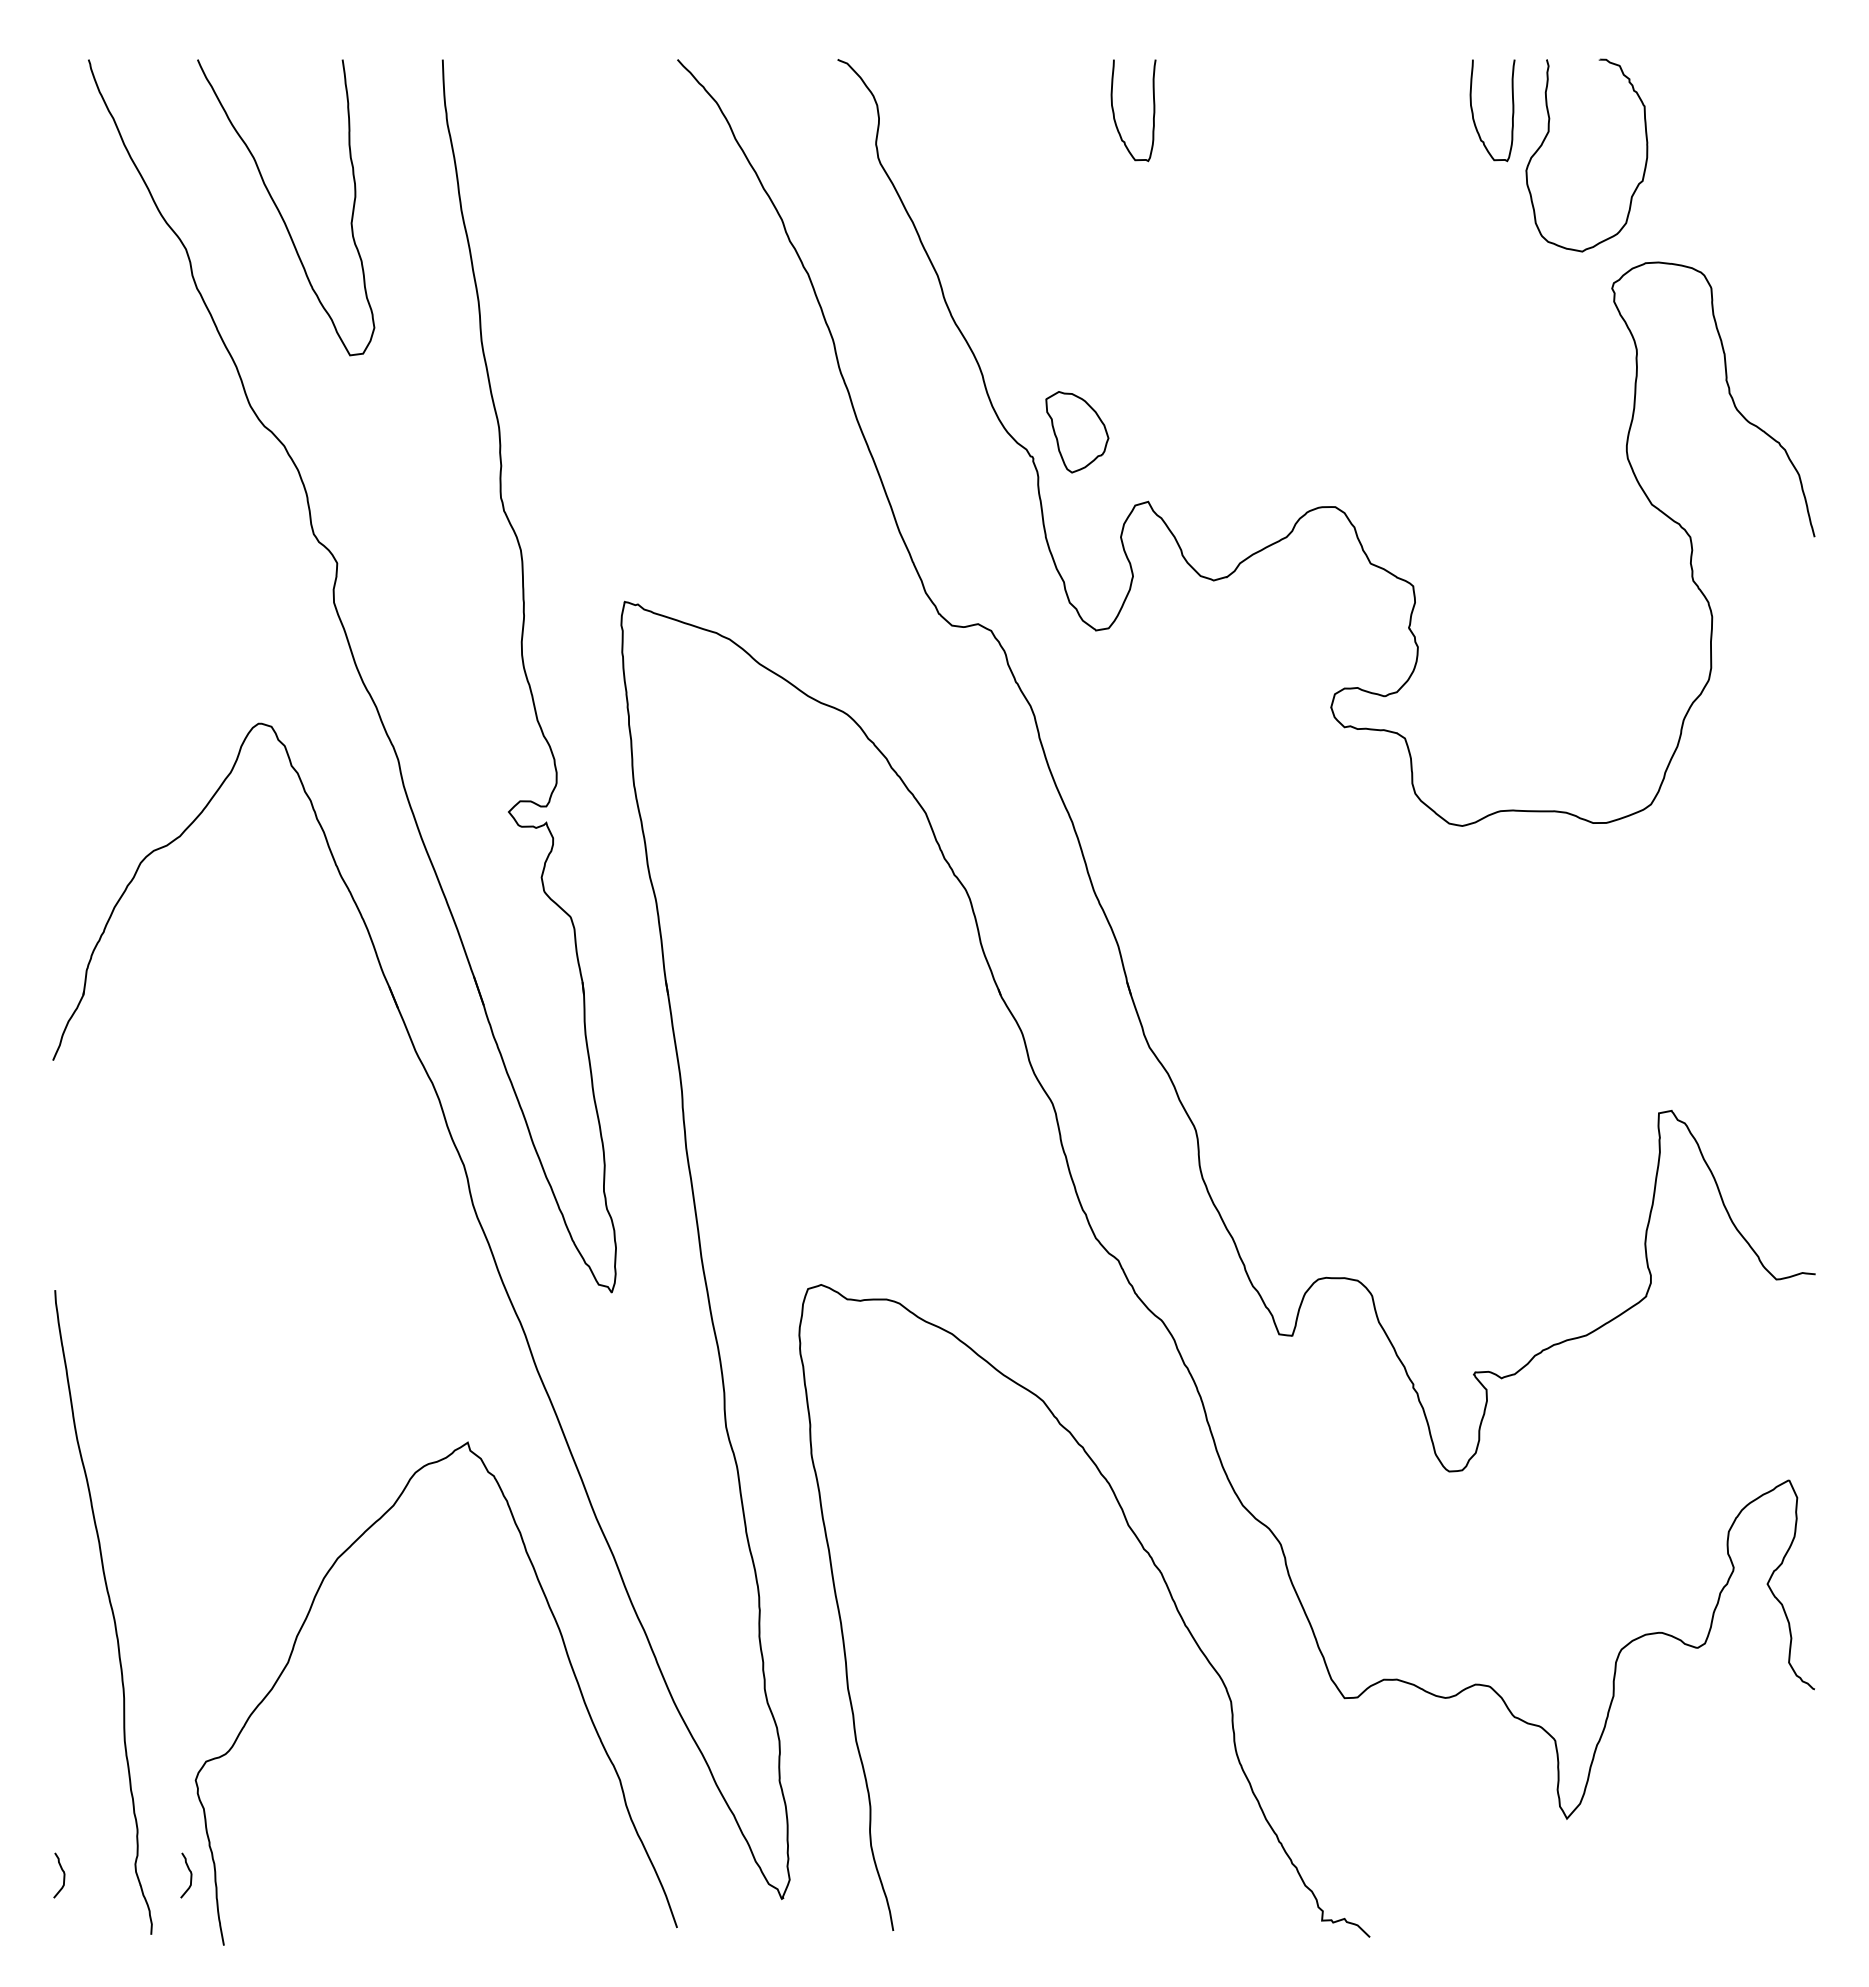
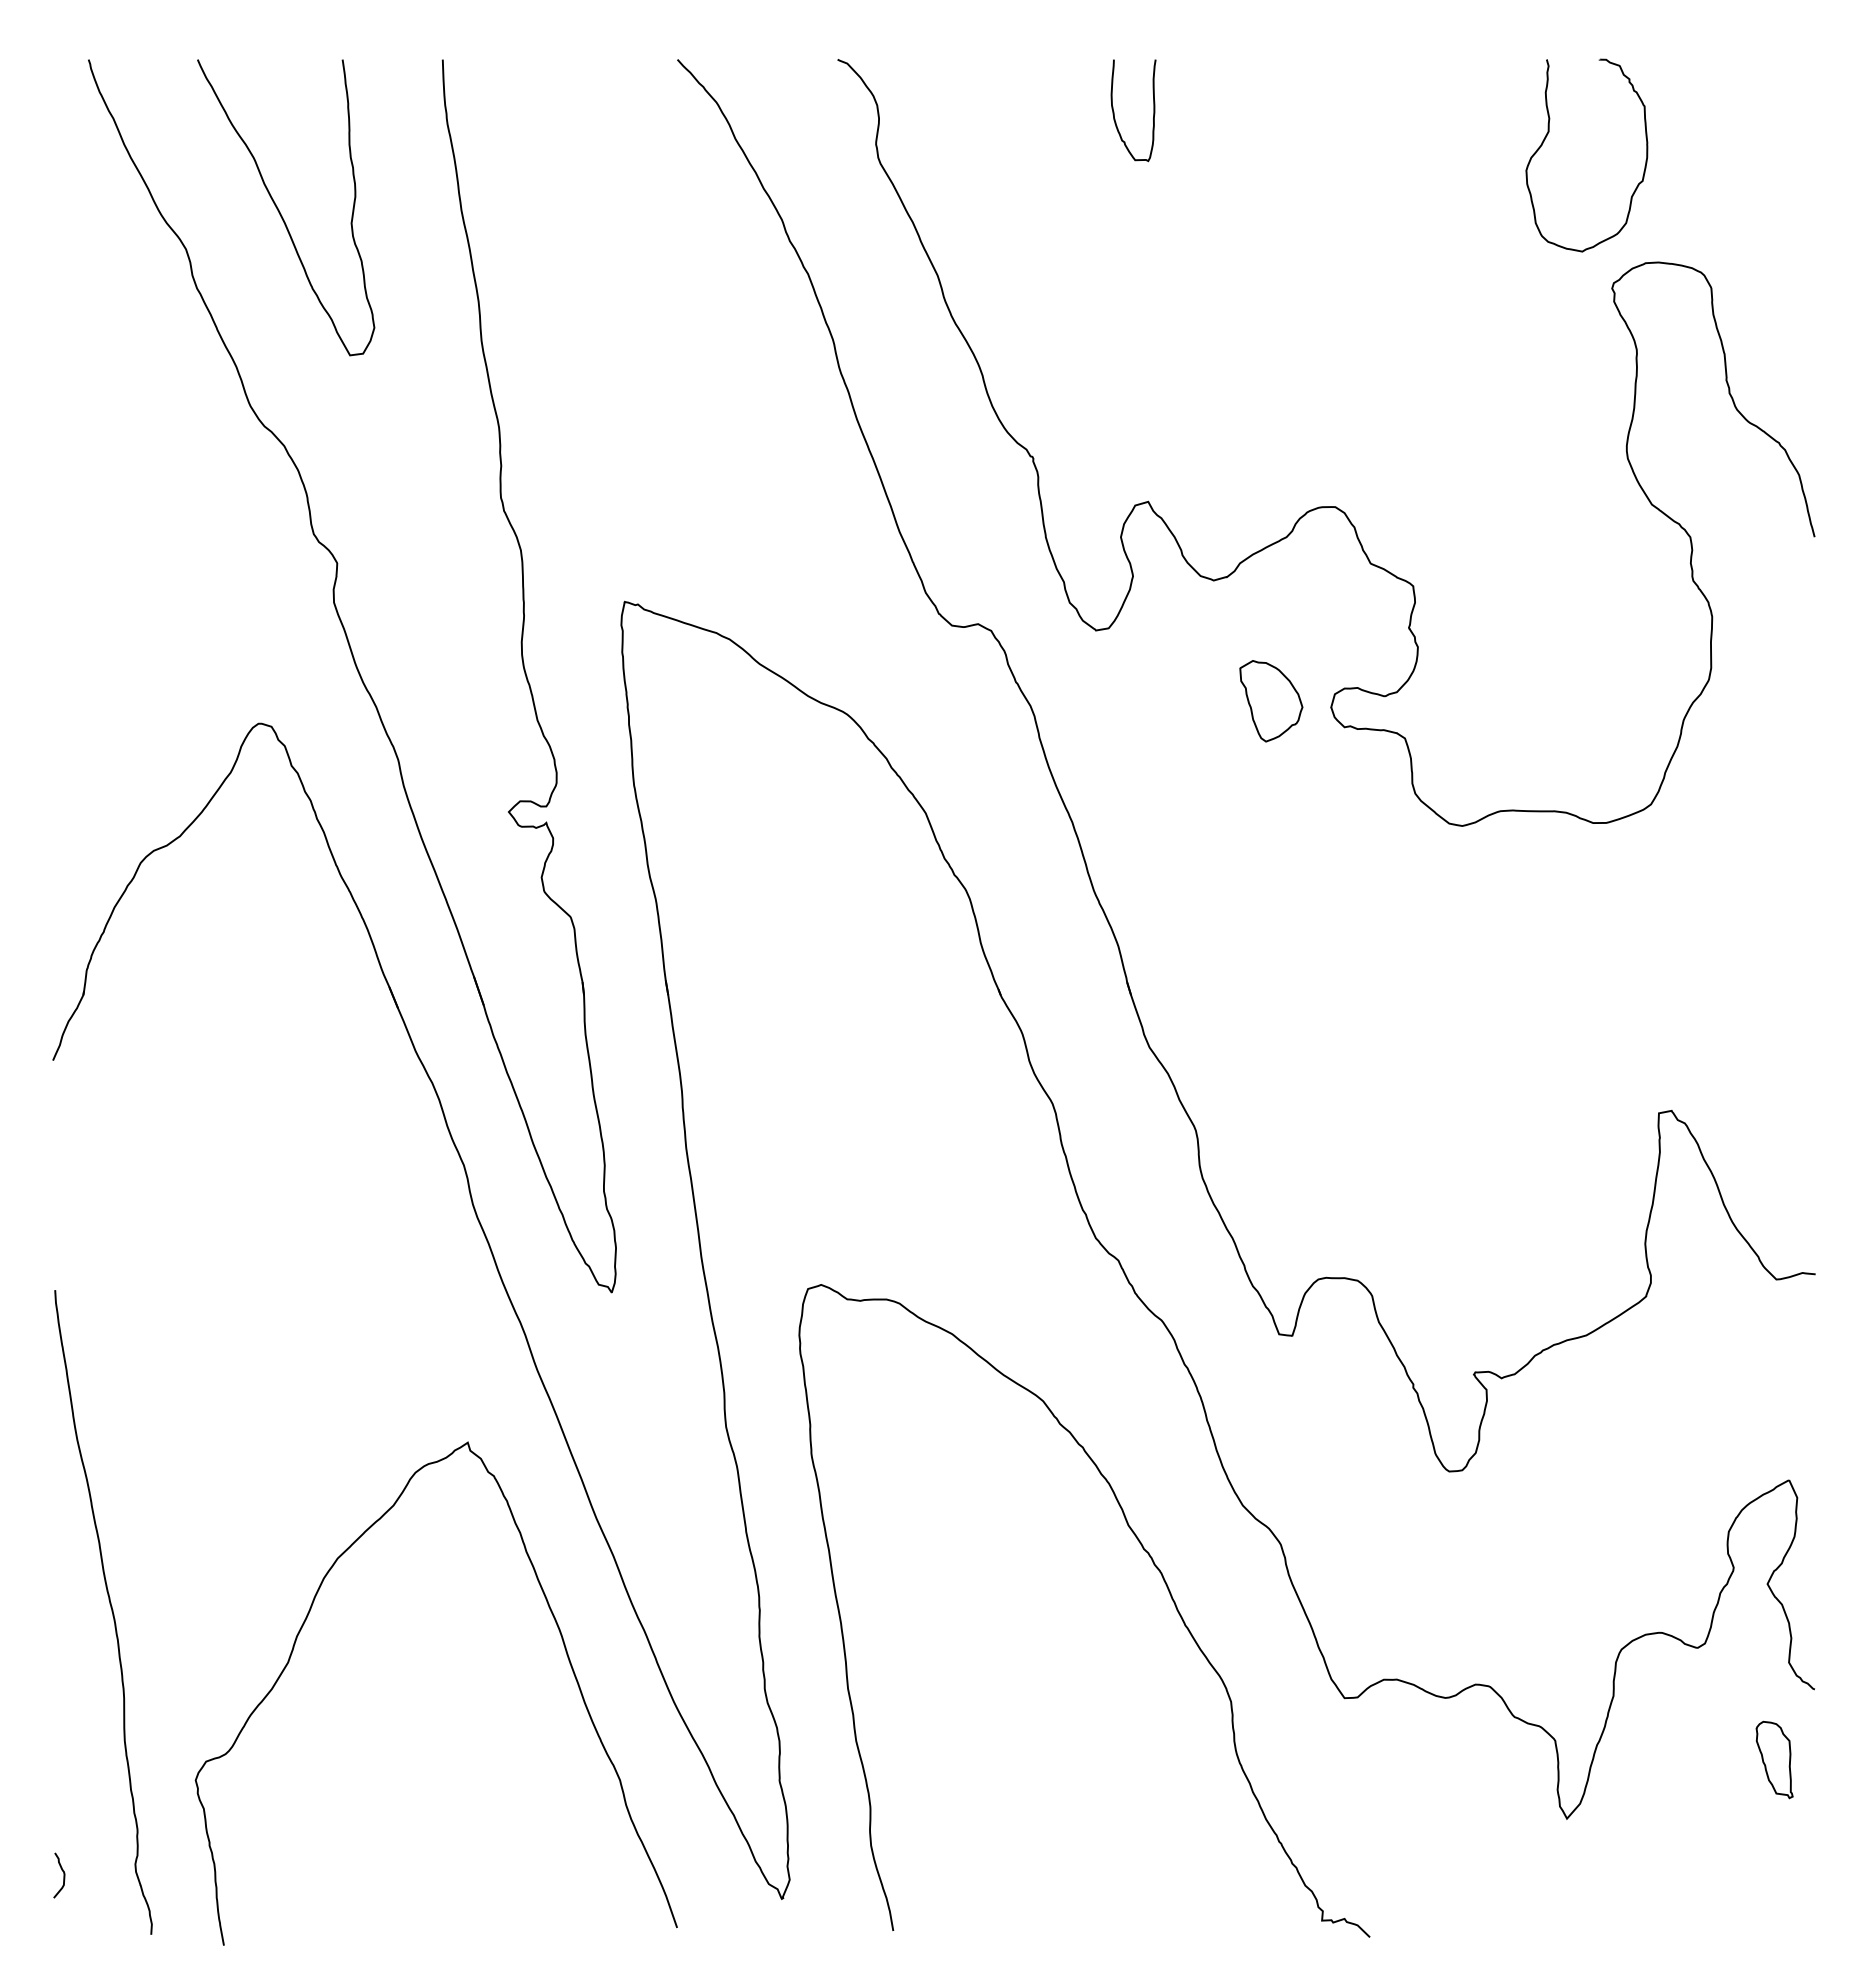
curve at (1473, 111): present -> none
part at (1077, 432) position: (1077, 432) -> (1271, 701)
part at (1774, 1759): none -> present
curve at (190, 1875): present -> none
